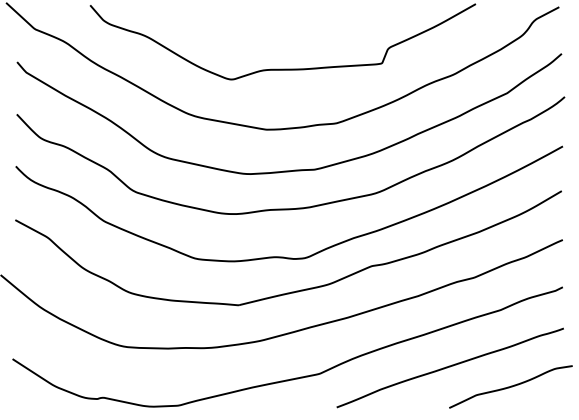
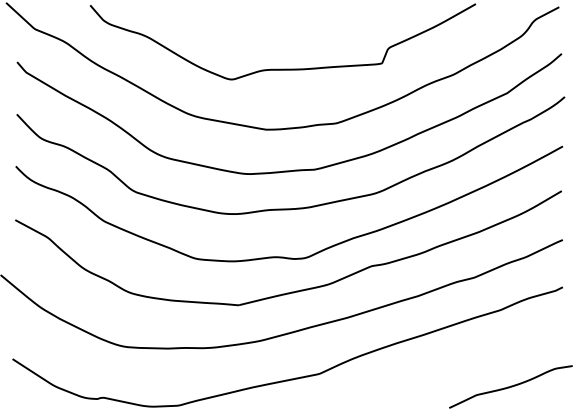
curve at (449, 367): present -> none
